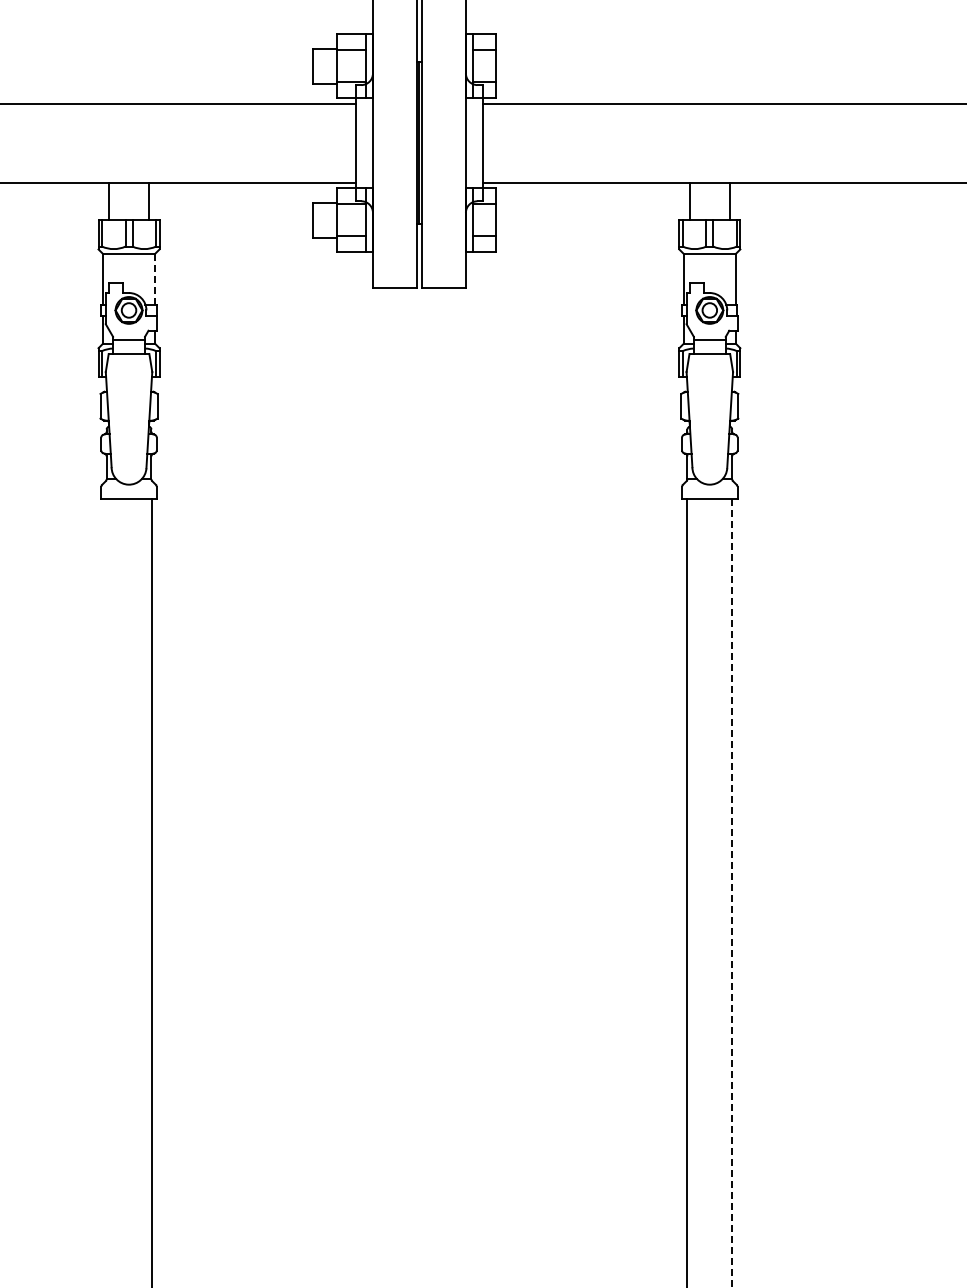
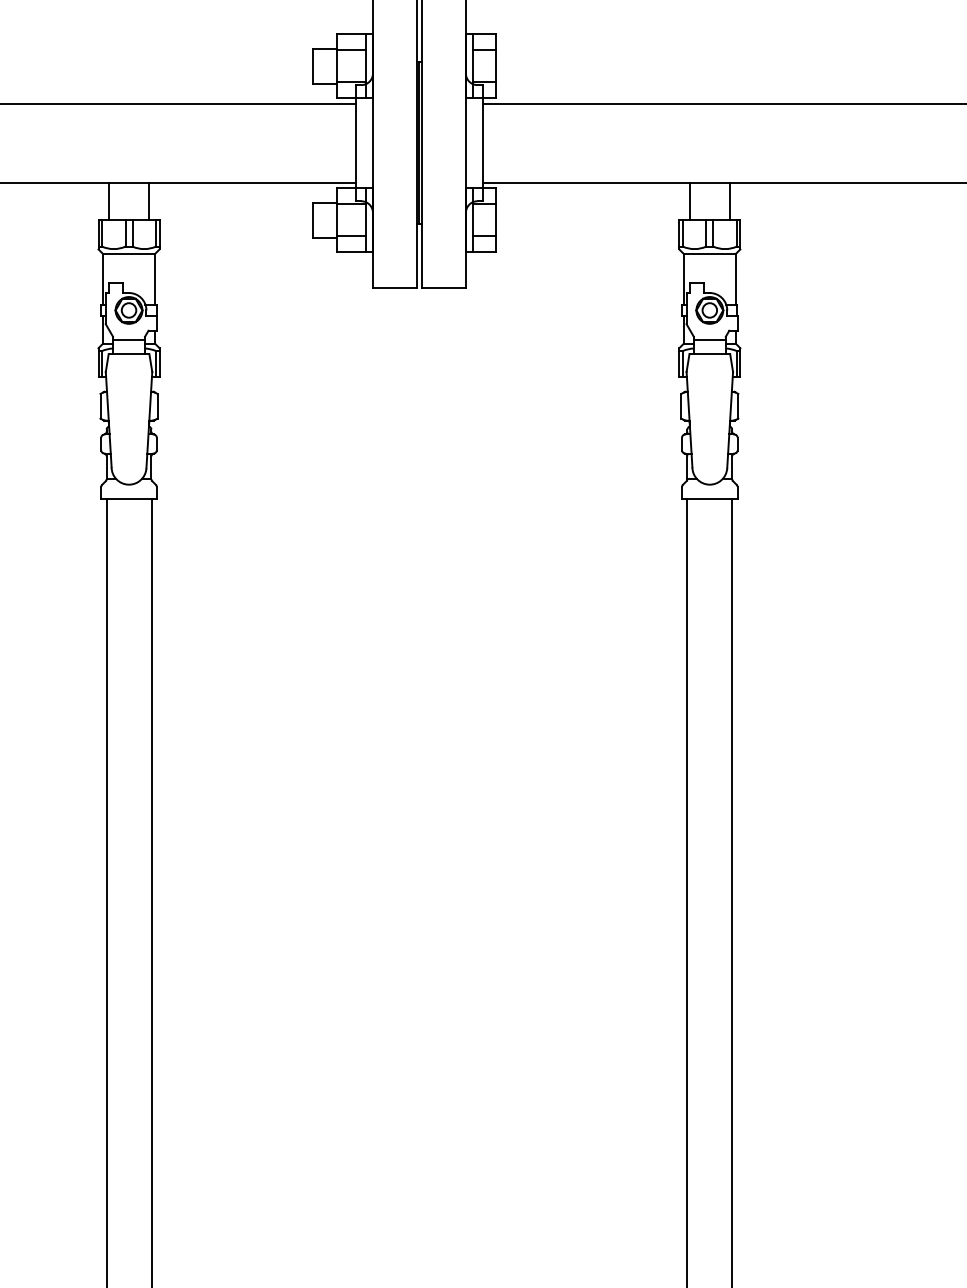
line at (155, 278): dashed -> solid
line at (106, 891): none -> present
line at (732, 894): dashed -> solid
